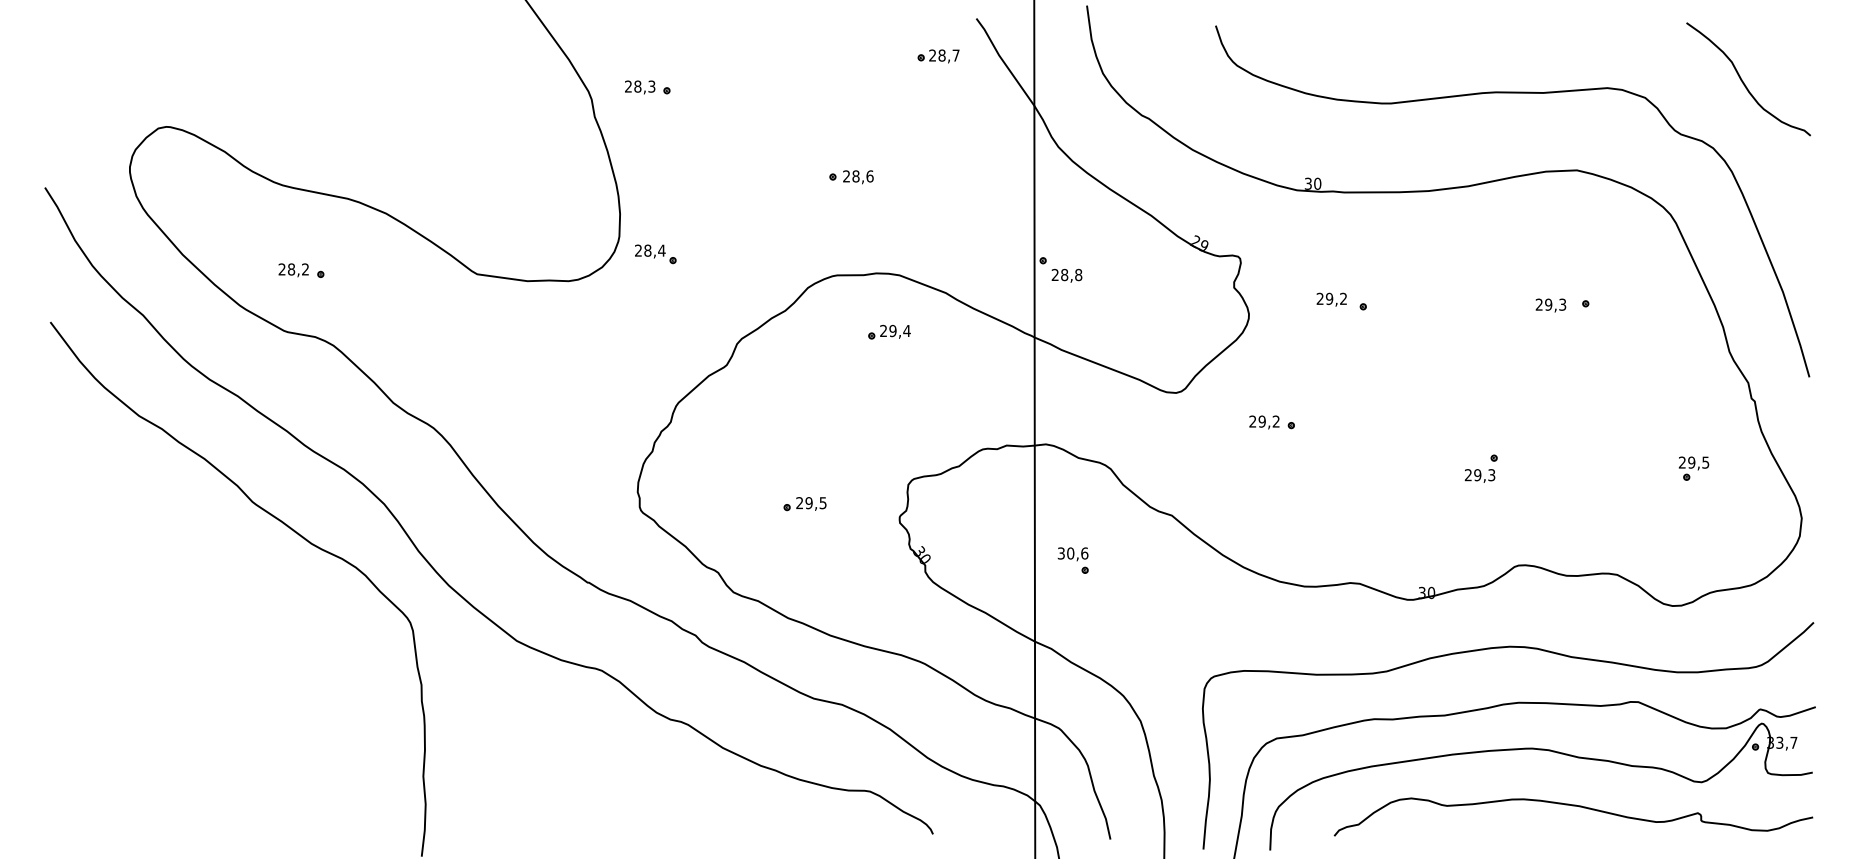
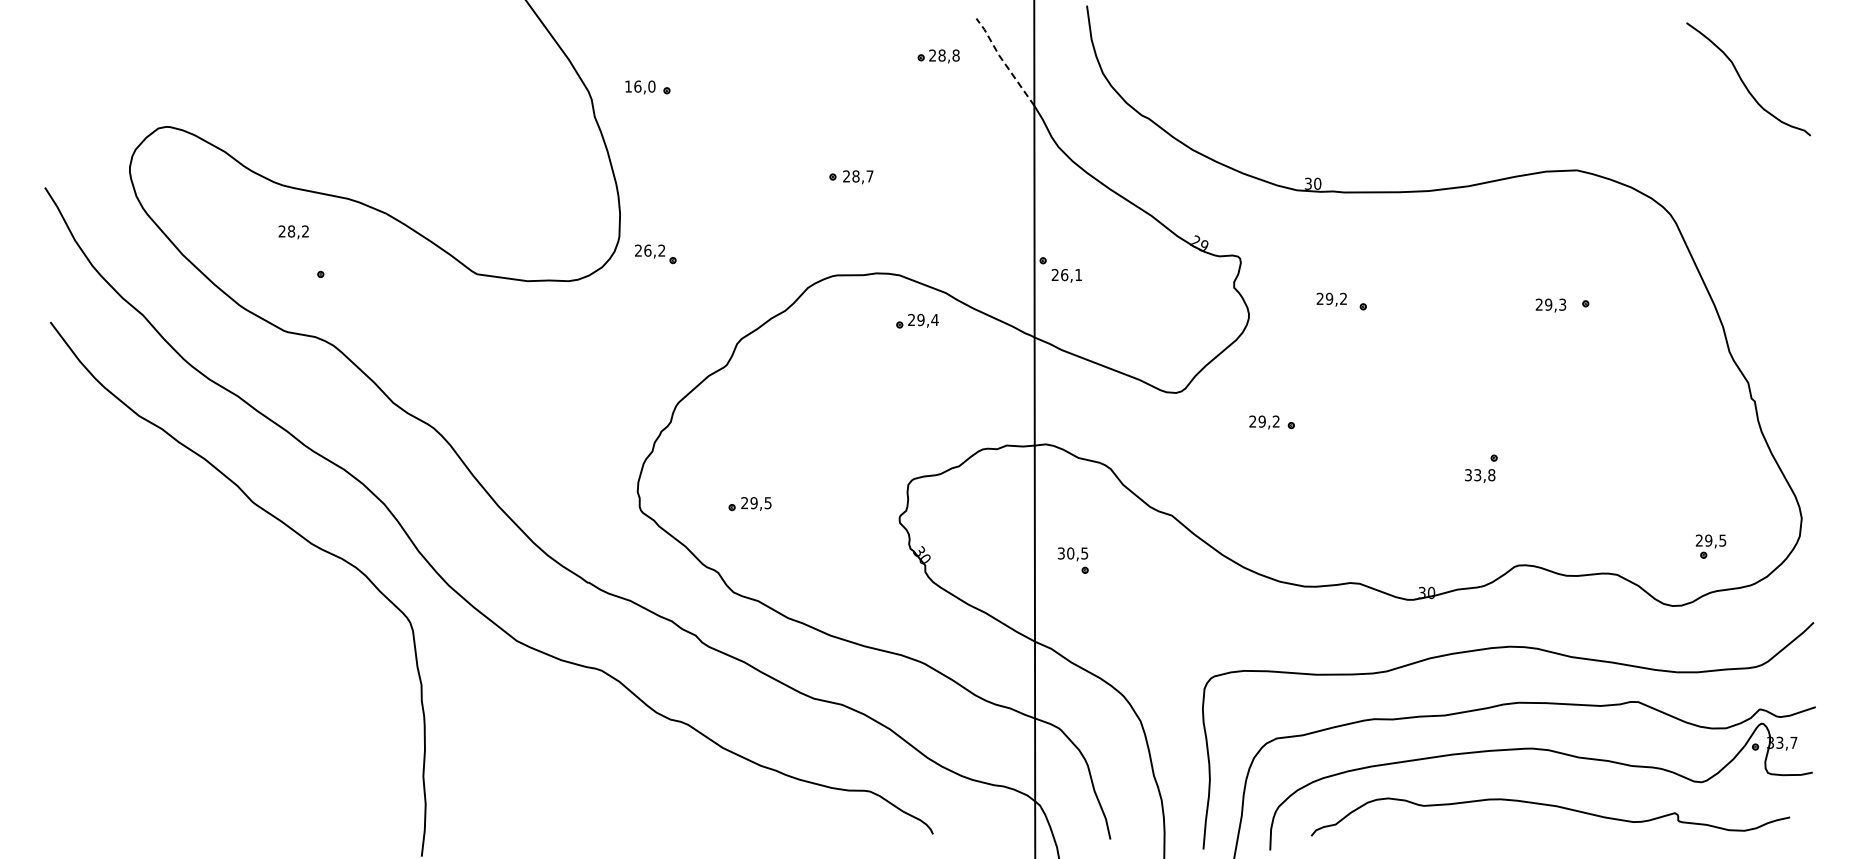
text at (955, 55): 28,7 -> 28,8
line at (1003, 61): solid -> dashed
text at (640, 86): 28,3 -> 16,0
curve at (1512, 93): present -> none
text at (869, 176): 28,6 -> 28,7
text at (654, 250): 28,4 -> 26,2
text at (293, 270) position: (293, 270) -> (293, 232)
text at (1071, 274): 28,8 -> 26,1
part at (889, 331) position: (889, 331) -> (917, 320)
part at (1693, 468) position: (1693, 468) -> (1710, 546)
text at (1480, 475): 29,3 -> 33,8
part at (804, 504) position: (804, 504) -> (749, 504)
text at (1084, 553): 30,6 -> 30,5
curve at (1573, 806) position: (1573, 806) -> (1550, 806)
